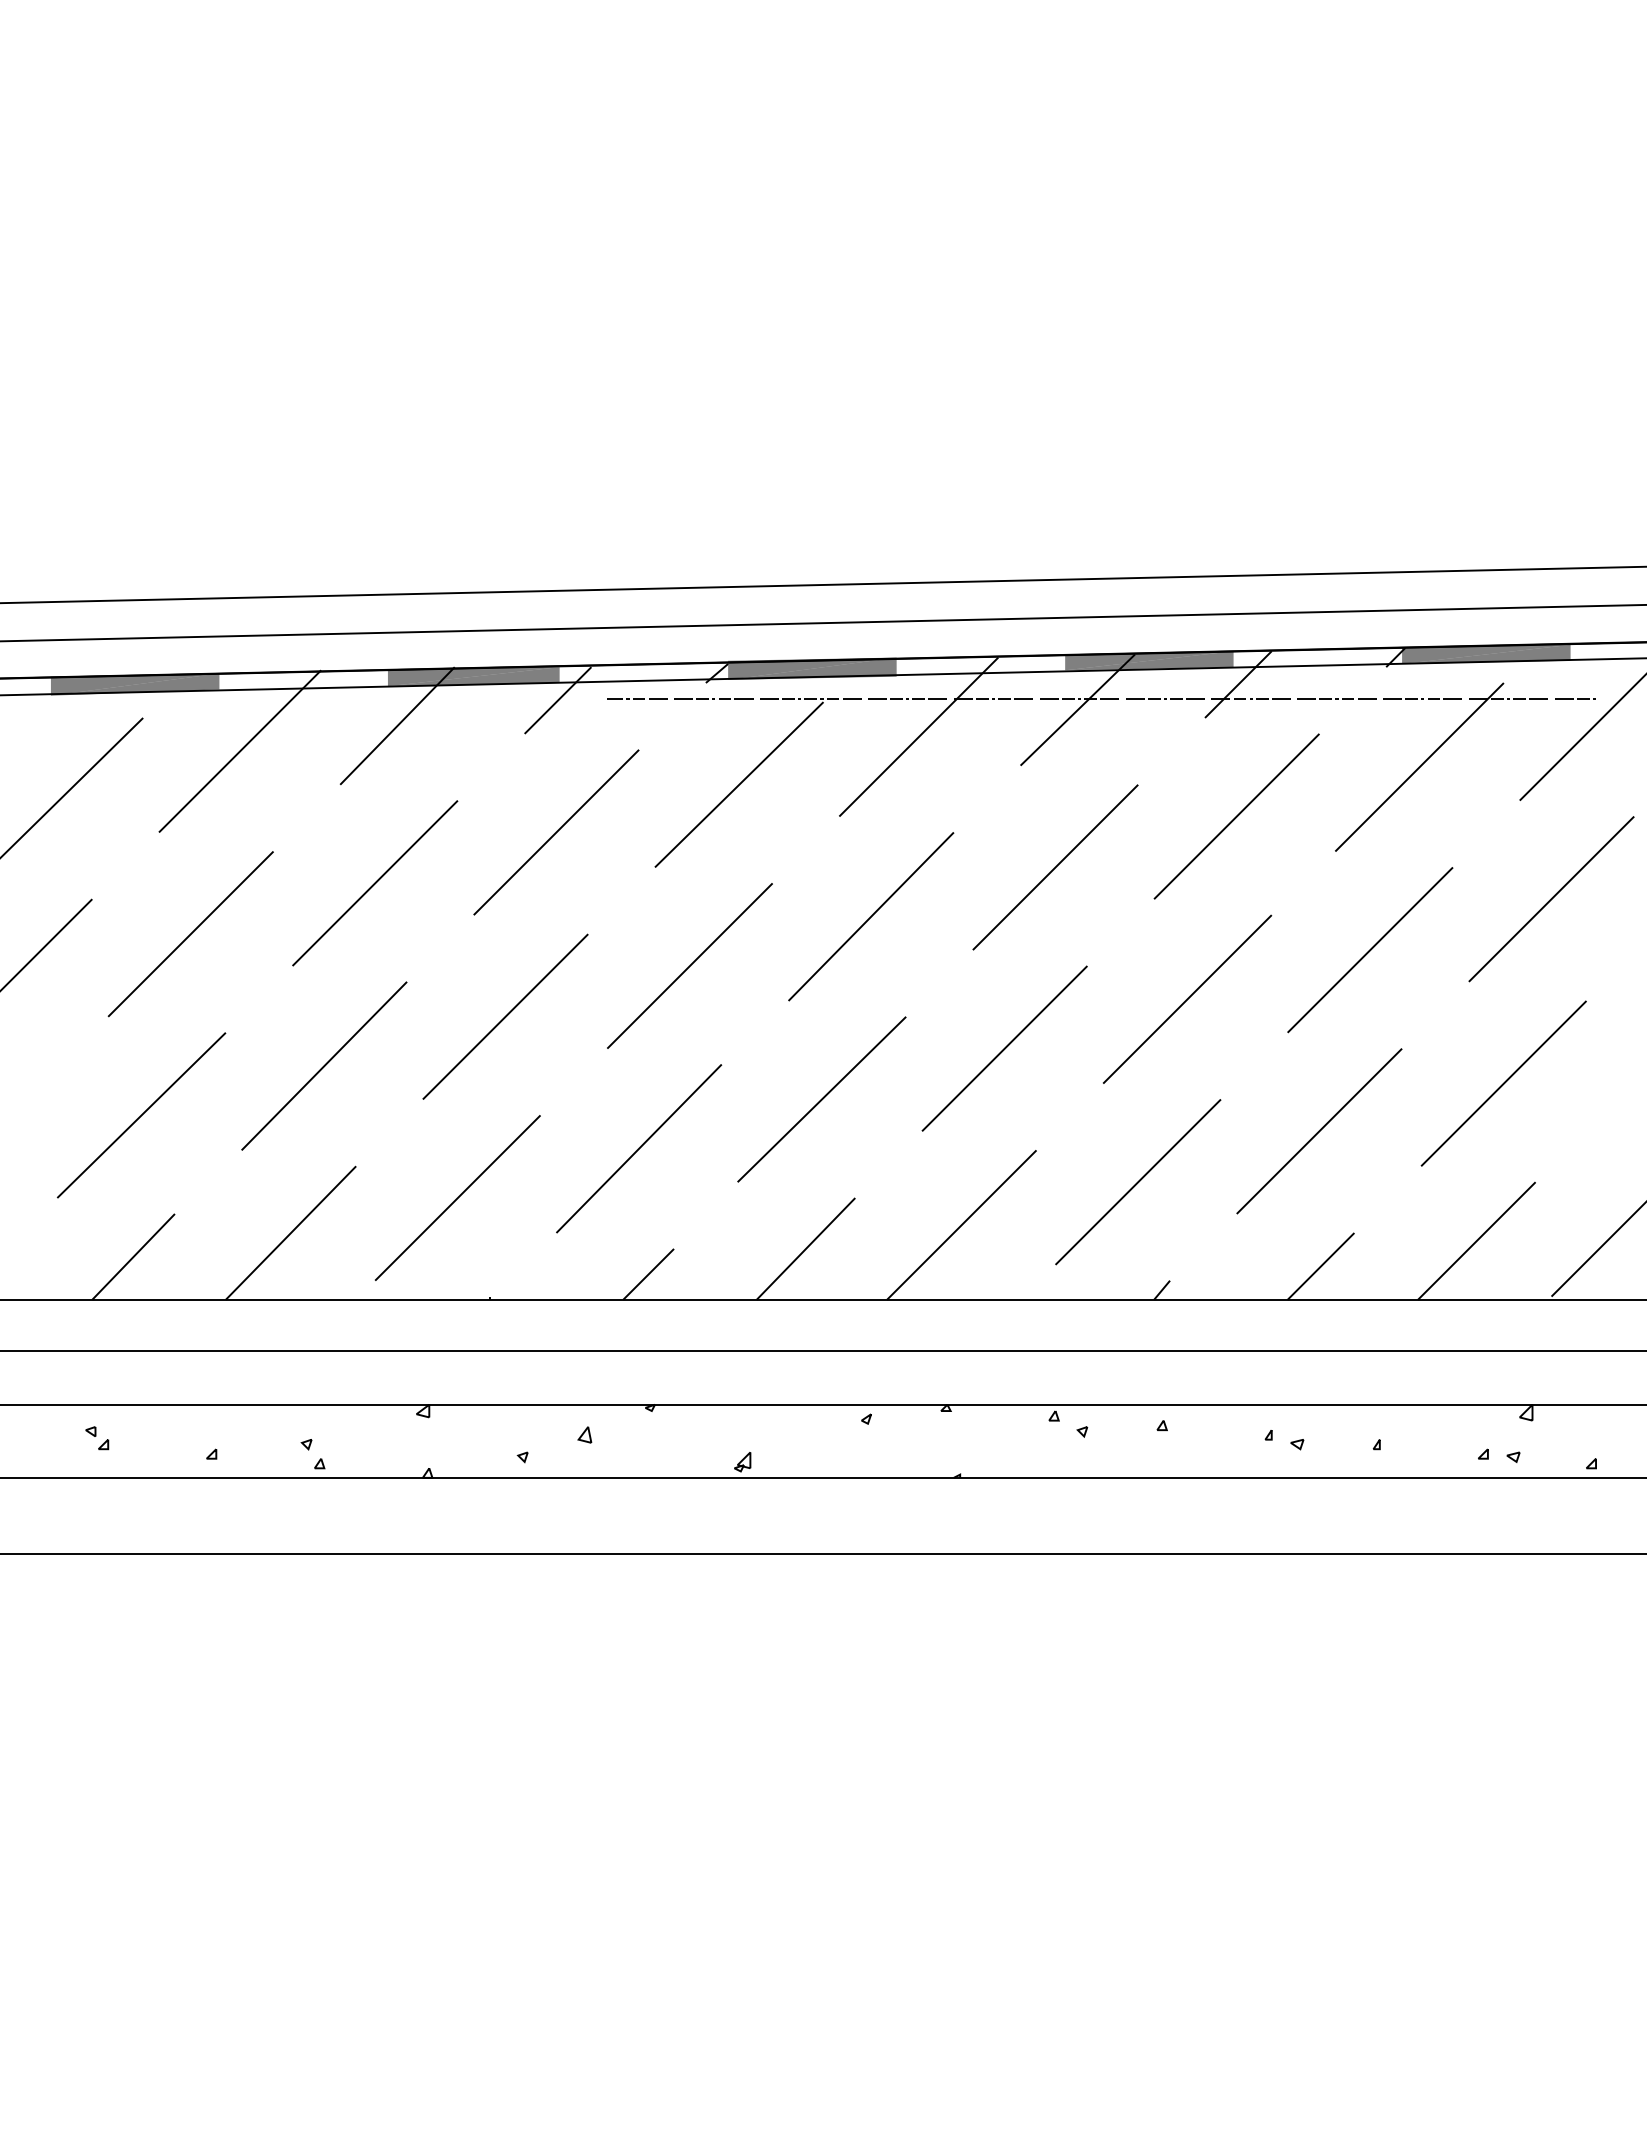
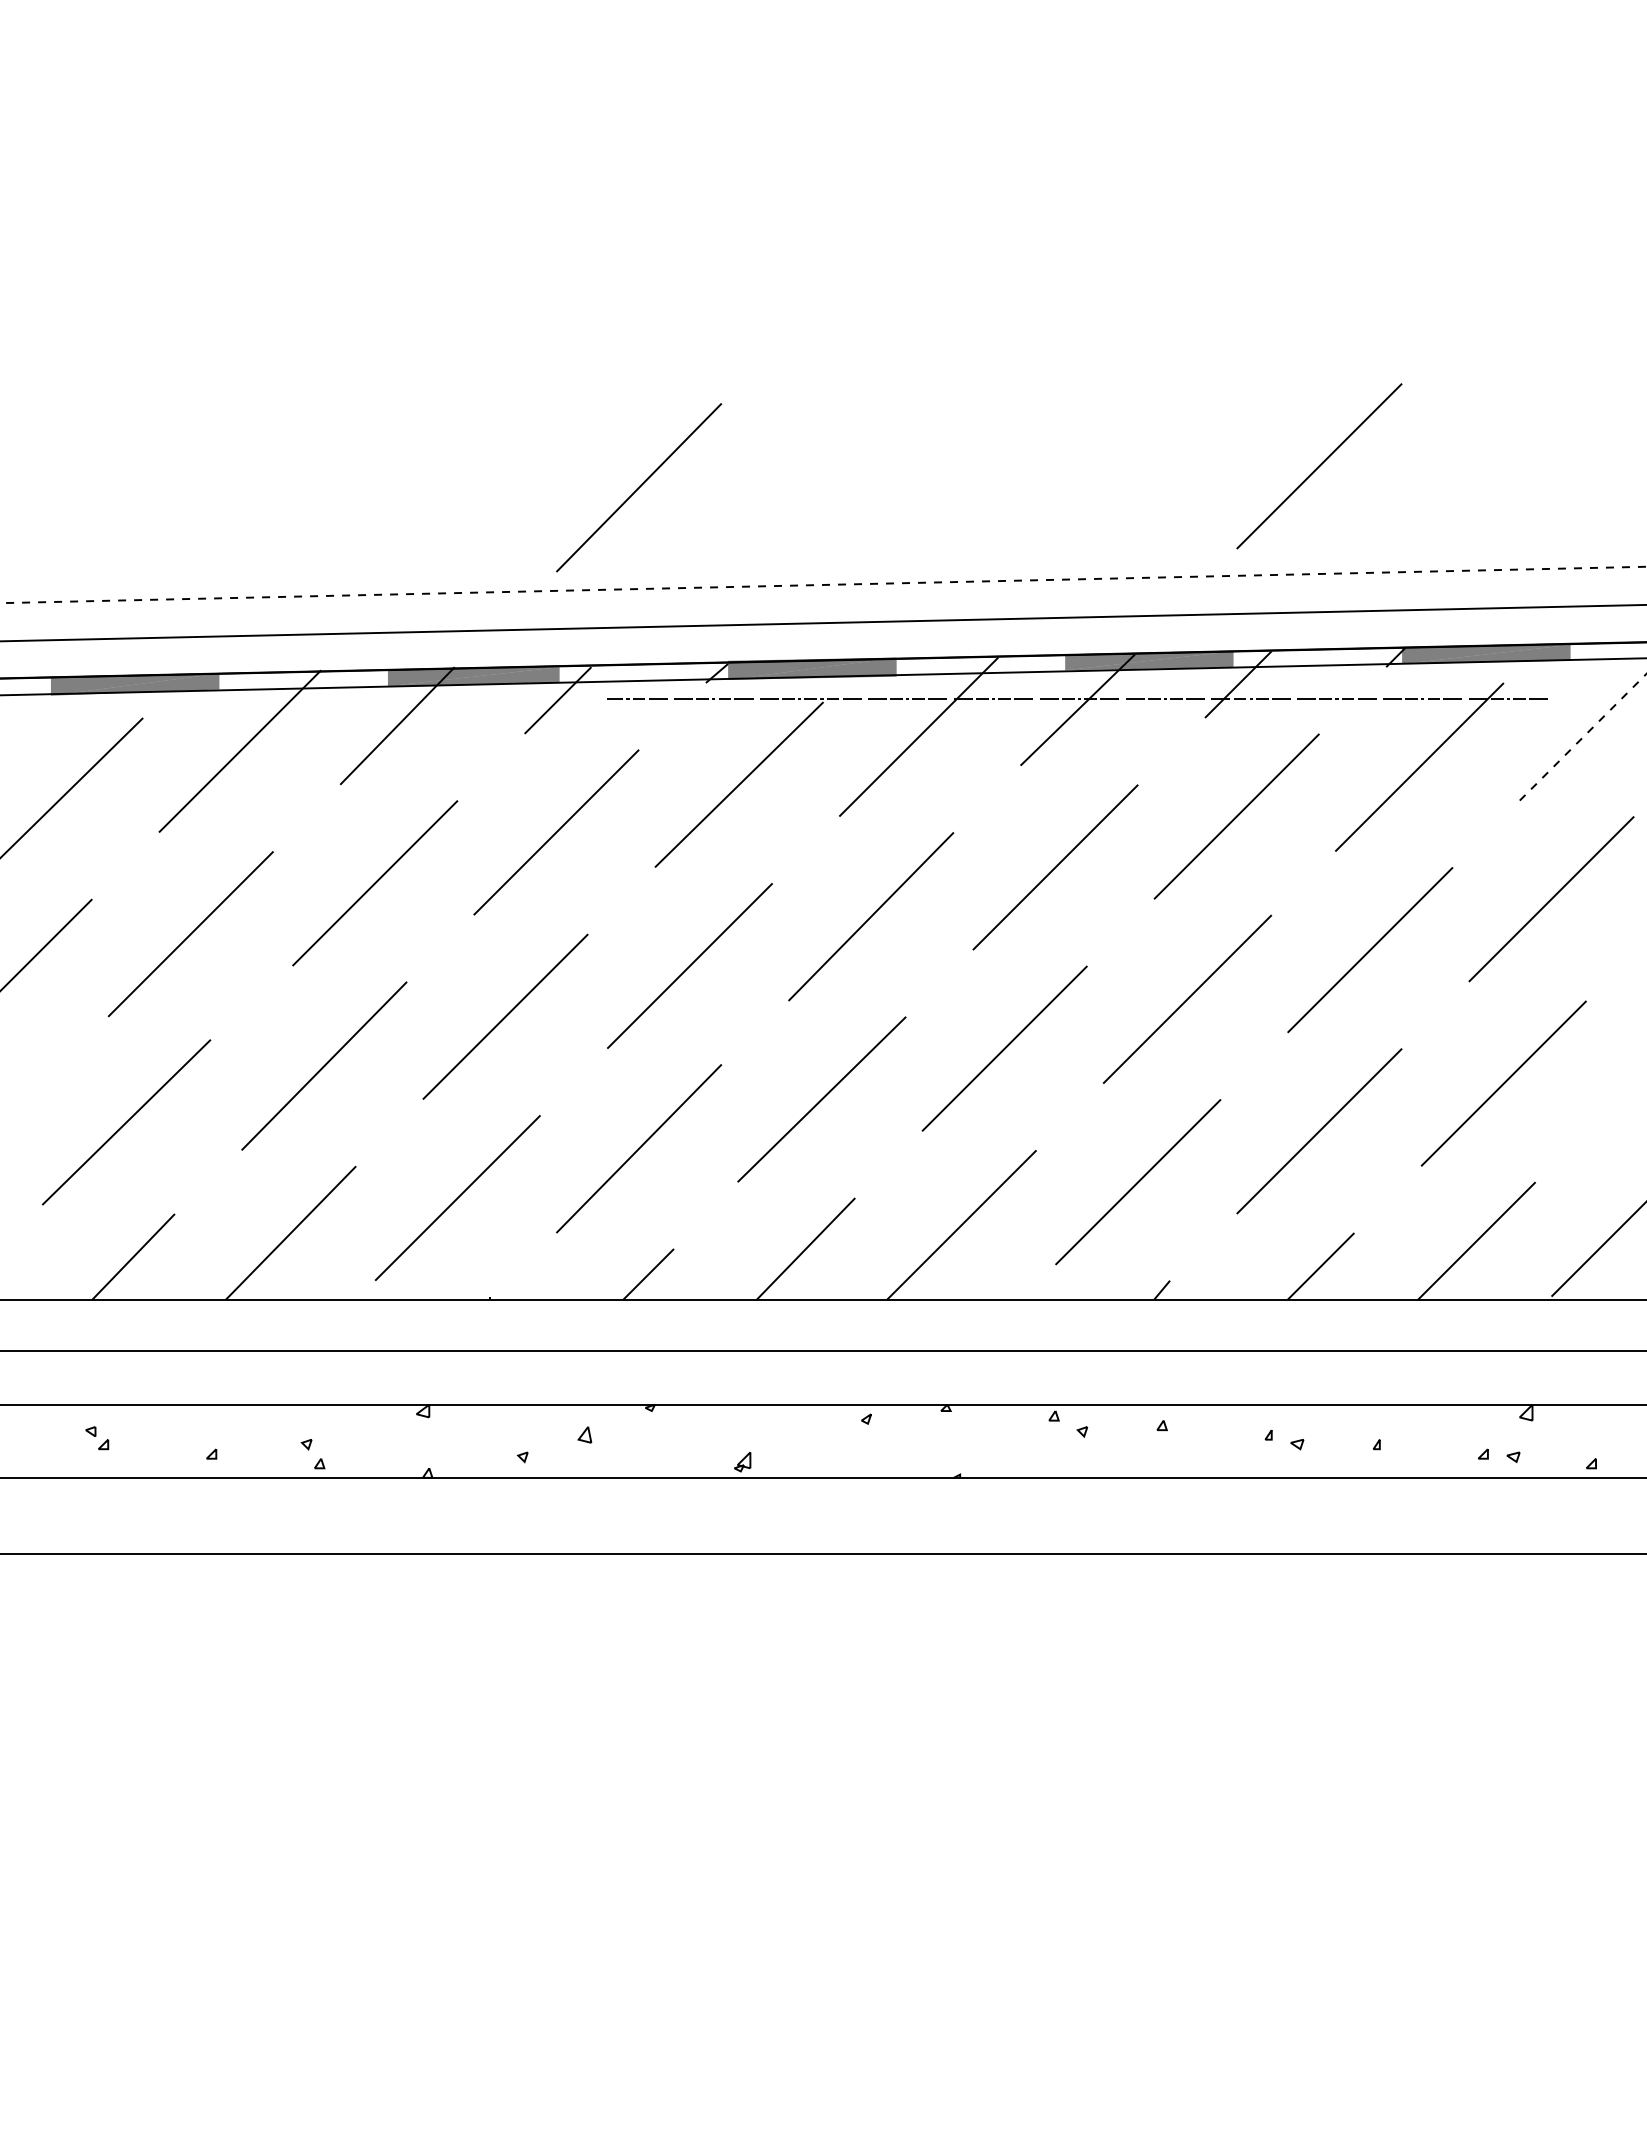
line at (1319, 466): none -> present
line at (639, 487): none -> present
line at (823, 584): solid -> dashed
line at (1573, 698): present -> none
line at (1583, 737): solid -> dashed
line at (141, 1115) position: (141, 1115) -> (126, 1122)
